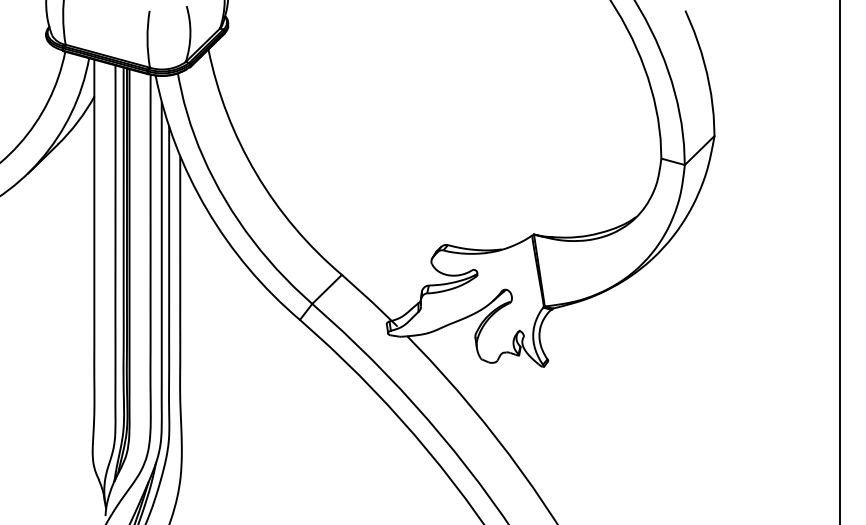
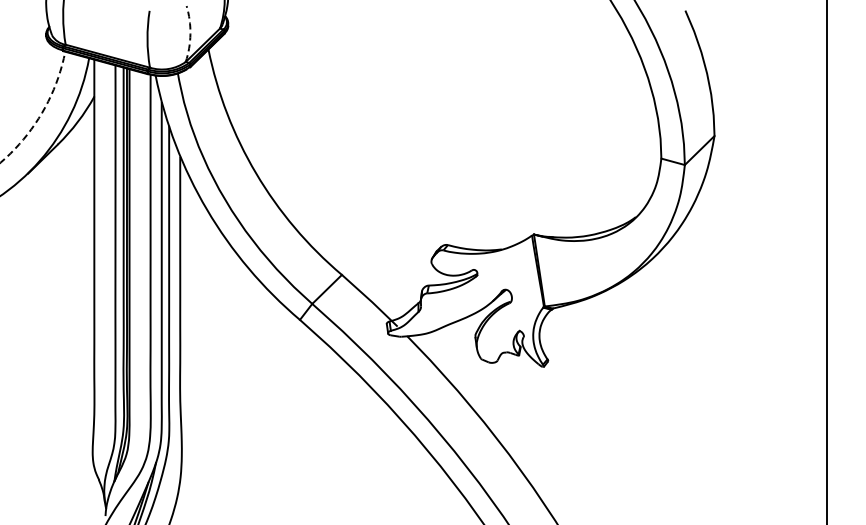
arc at (190, 34): solid -> dashed
arc at (42, 112): solid -> dashed
line at (840, 261) position: (840, 261) -> (827, 261)
